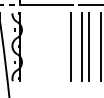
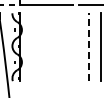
line at (70, 47): present -> none
line at (81, 47): present -> none
line at (89, 47): solid -> dashed
